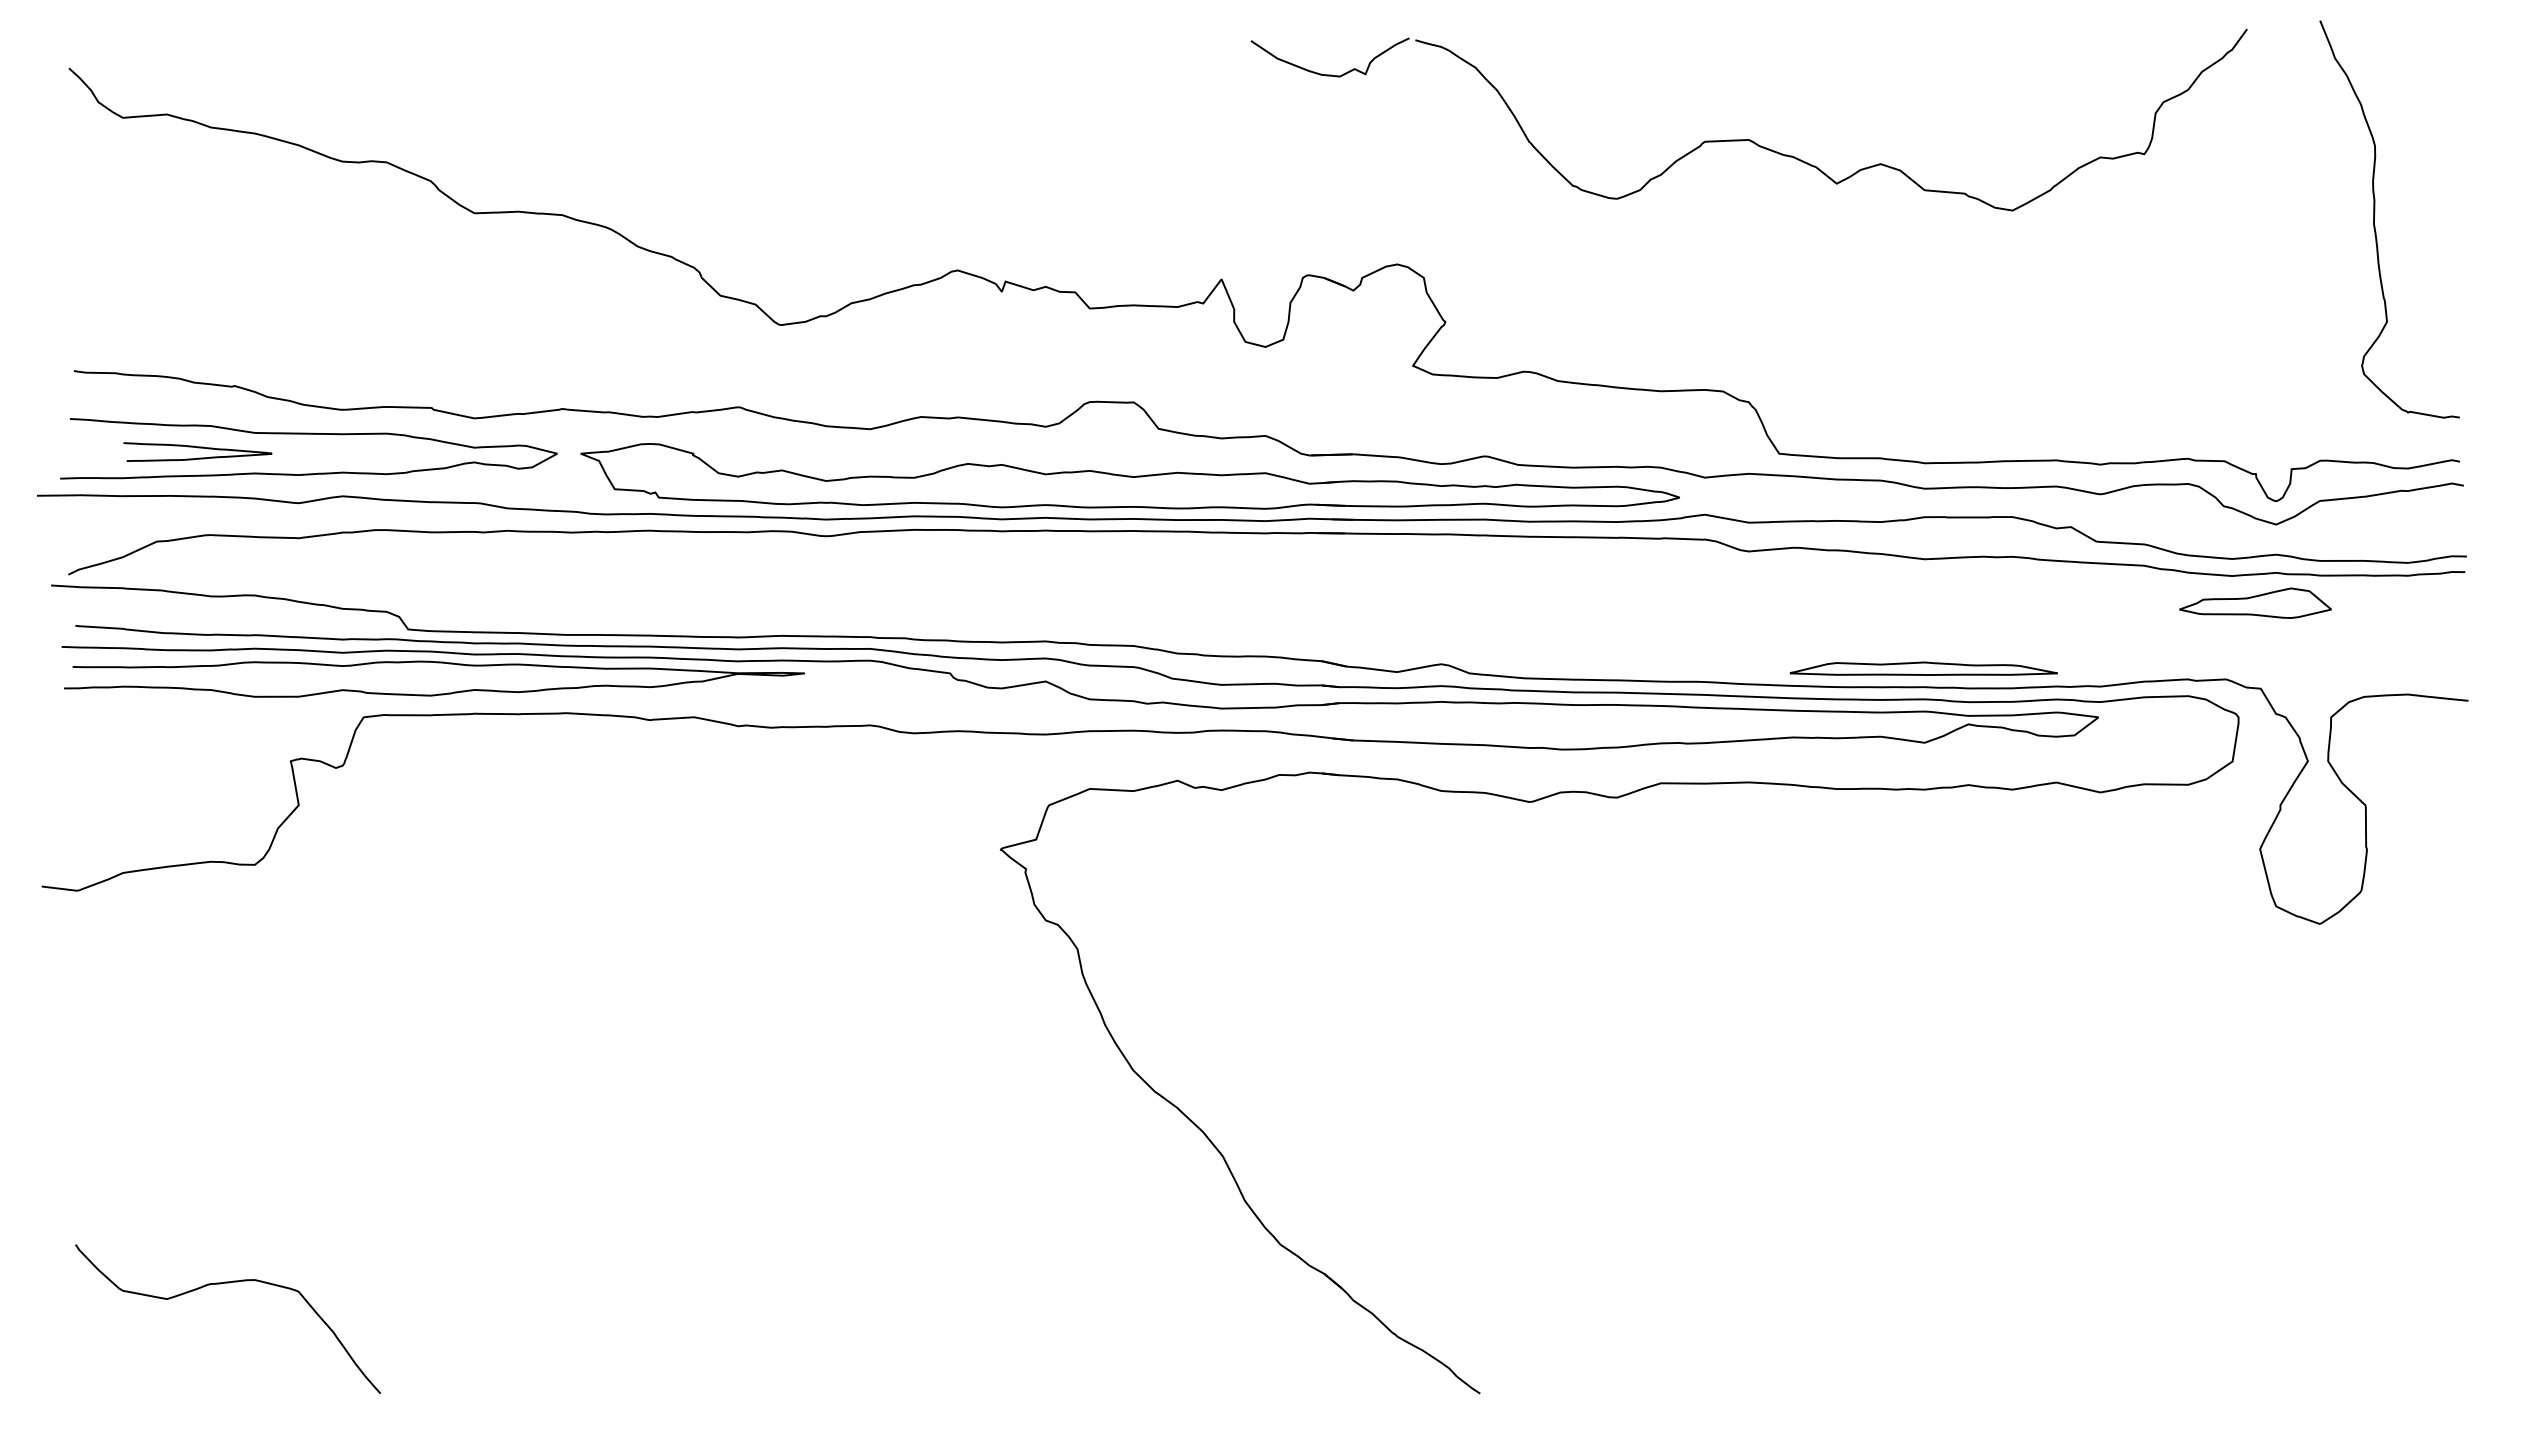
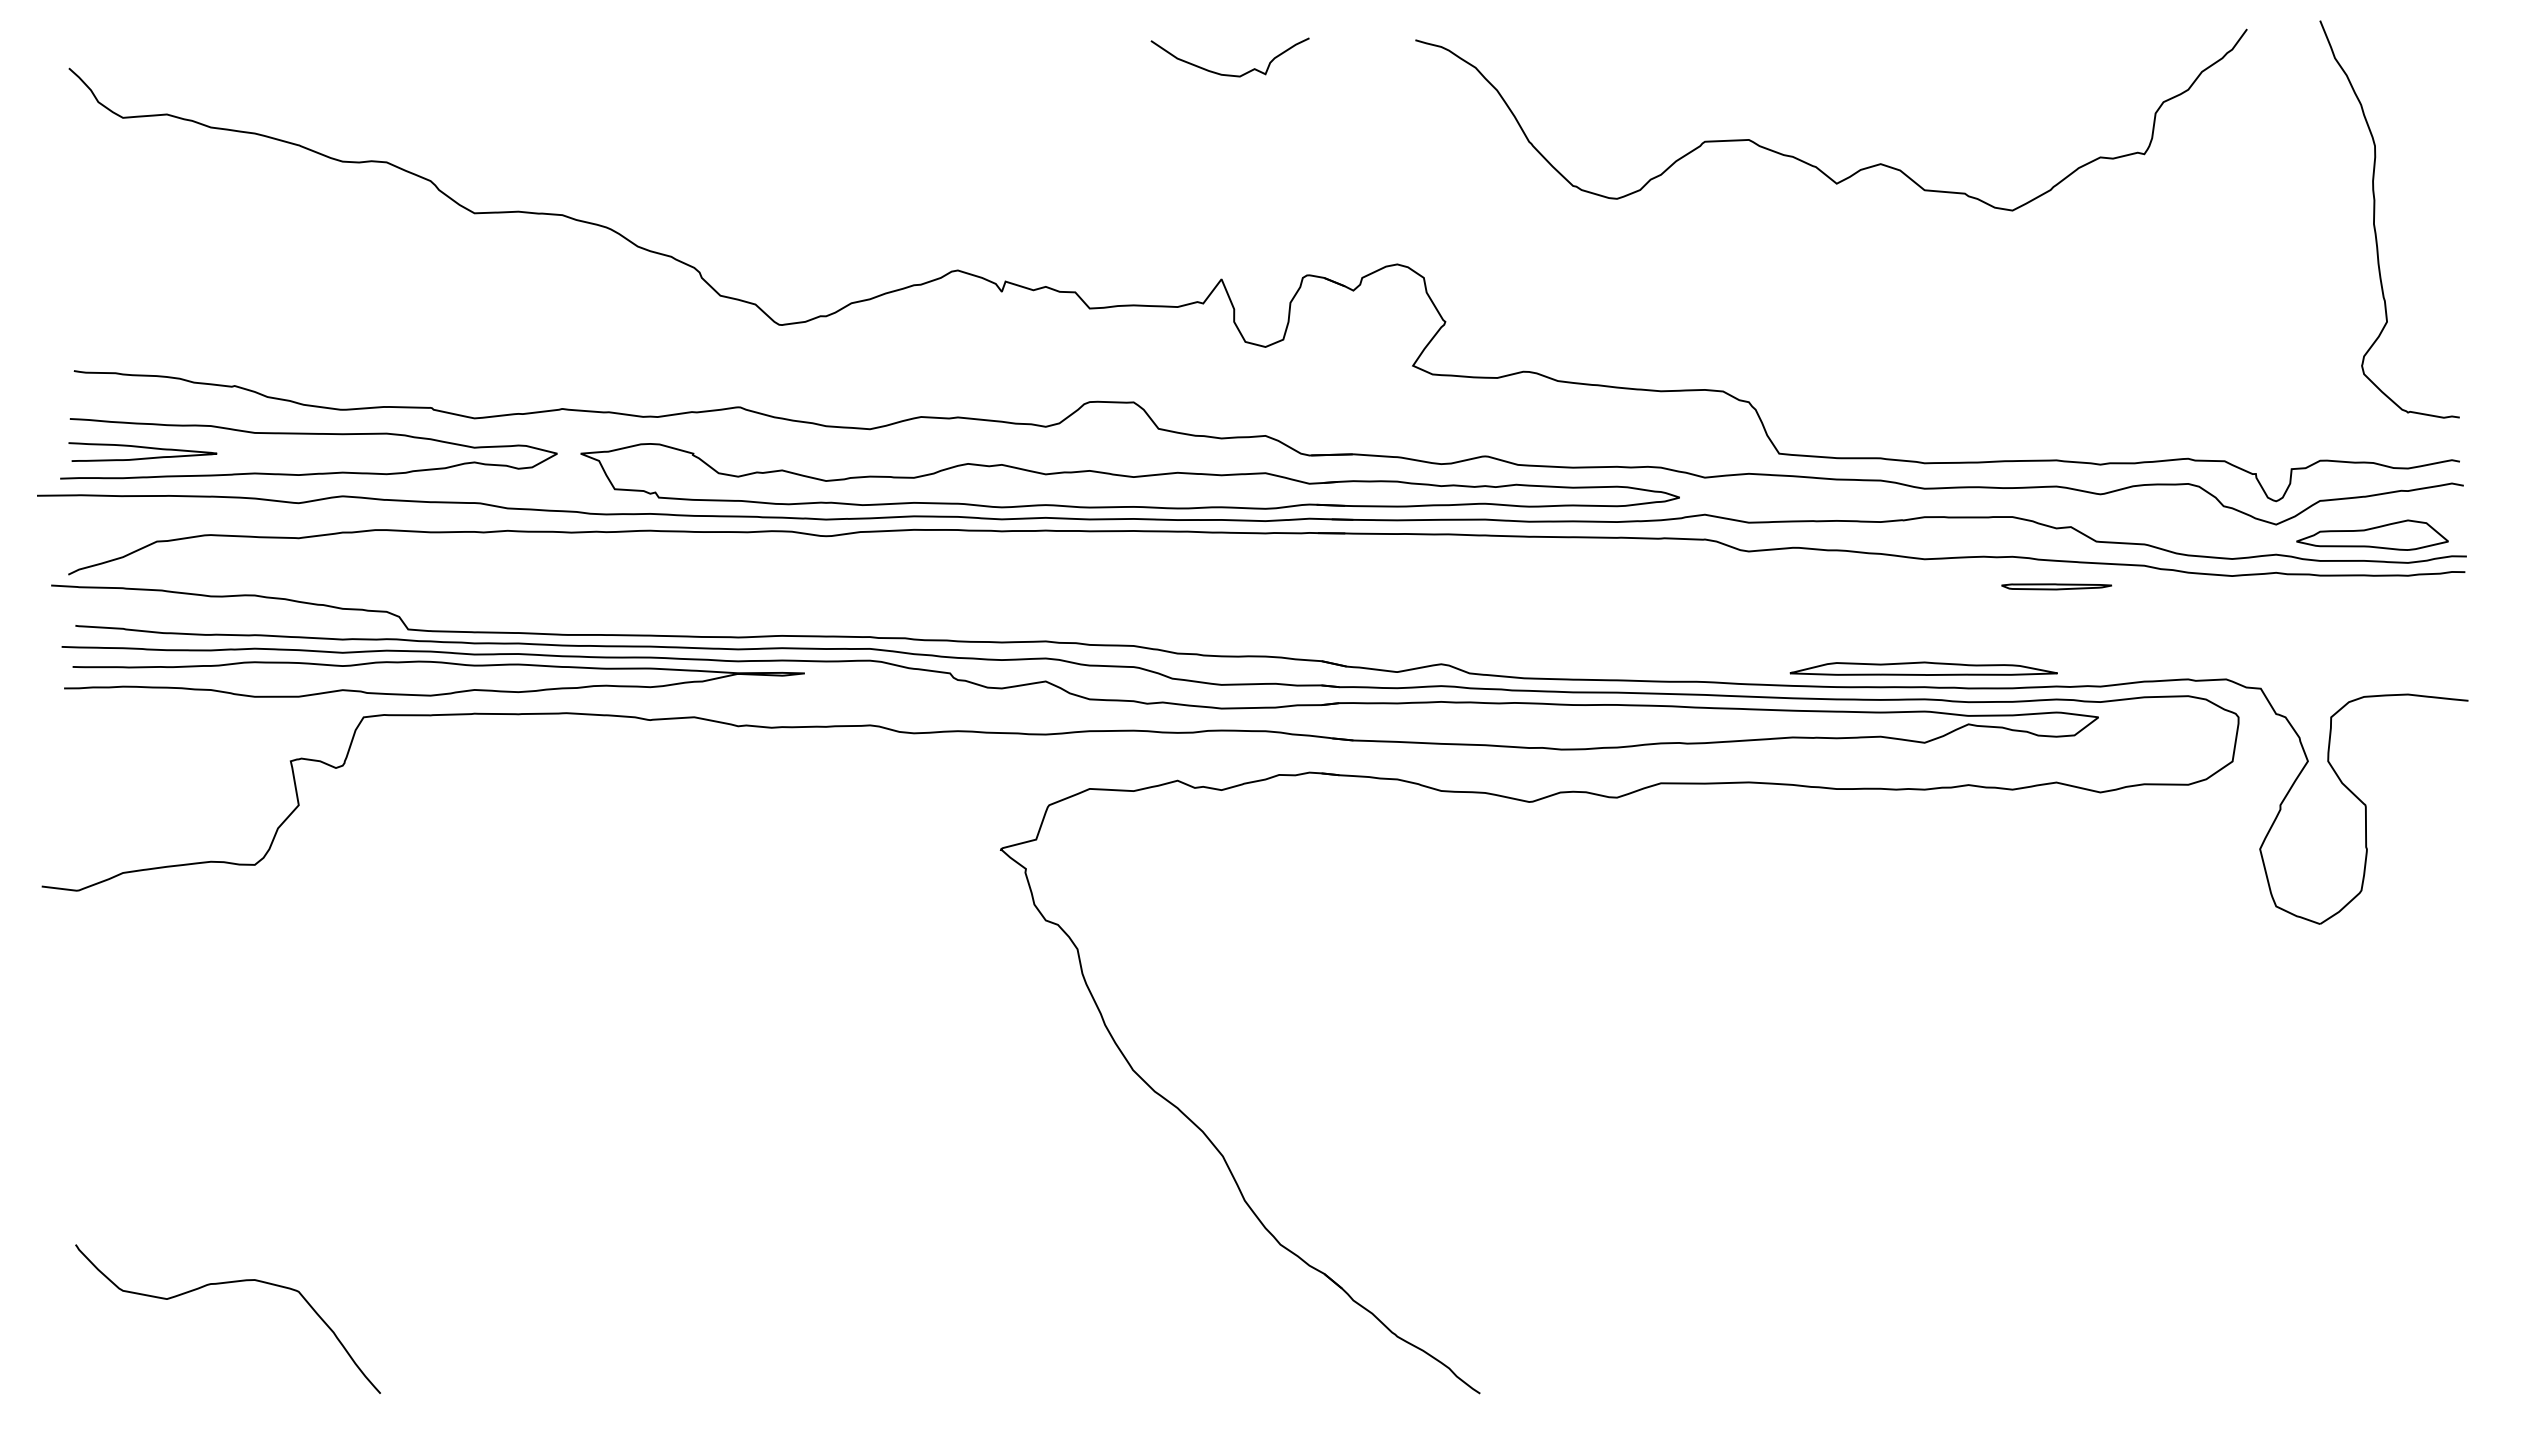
curve at (1329, 74) position: (1329, 74) -> (1229, 74)
curve at (197, 448) position: (197, 448) -> (142, 448)
part at (2056, 586): none -> present
part at (2255, 602) position: (2255, 602) -> (2372, 534)
